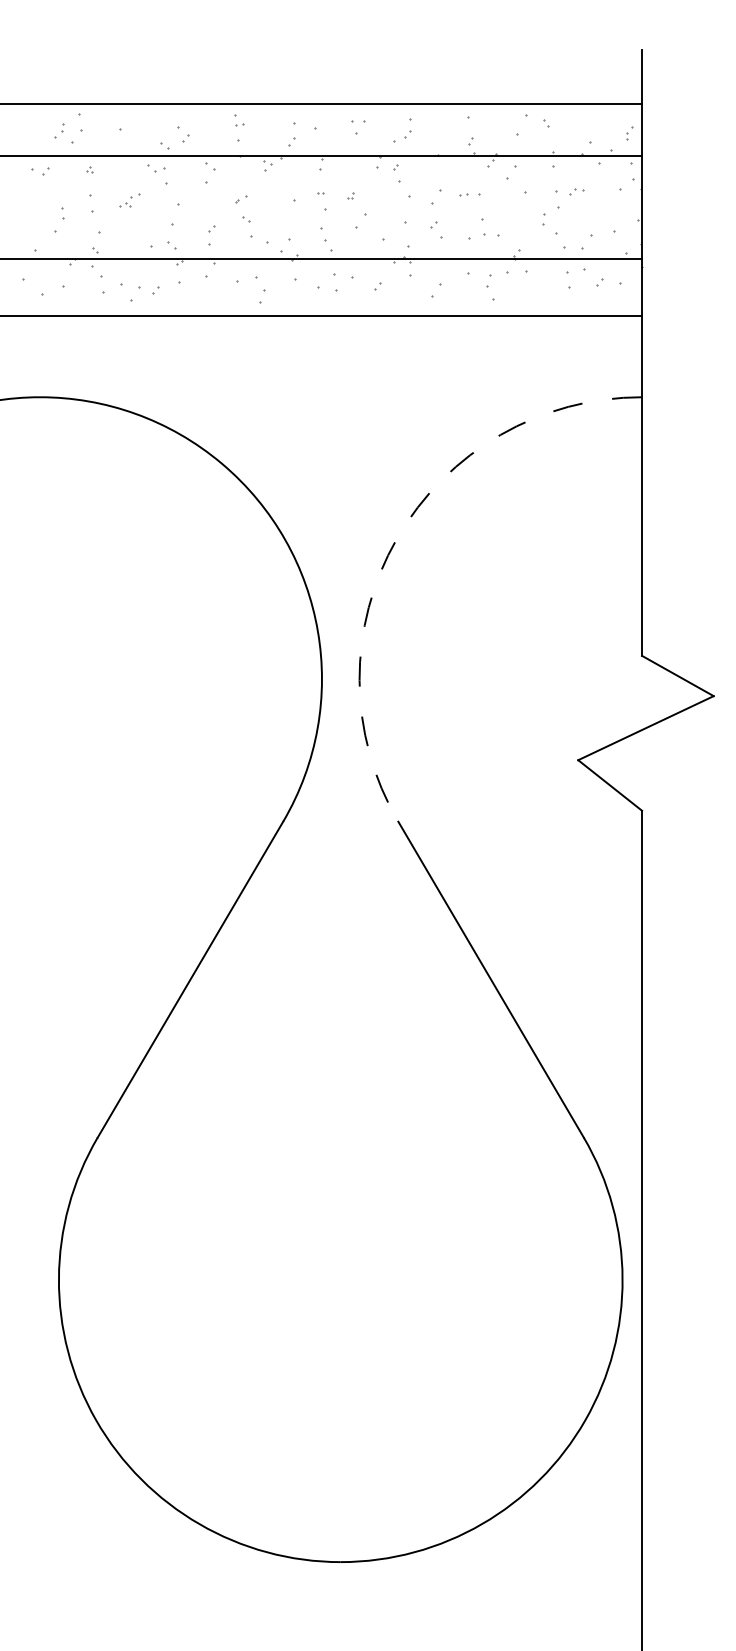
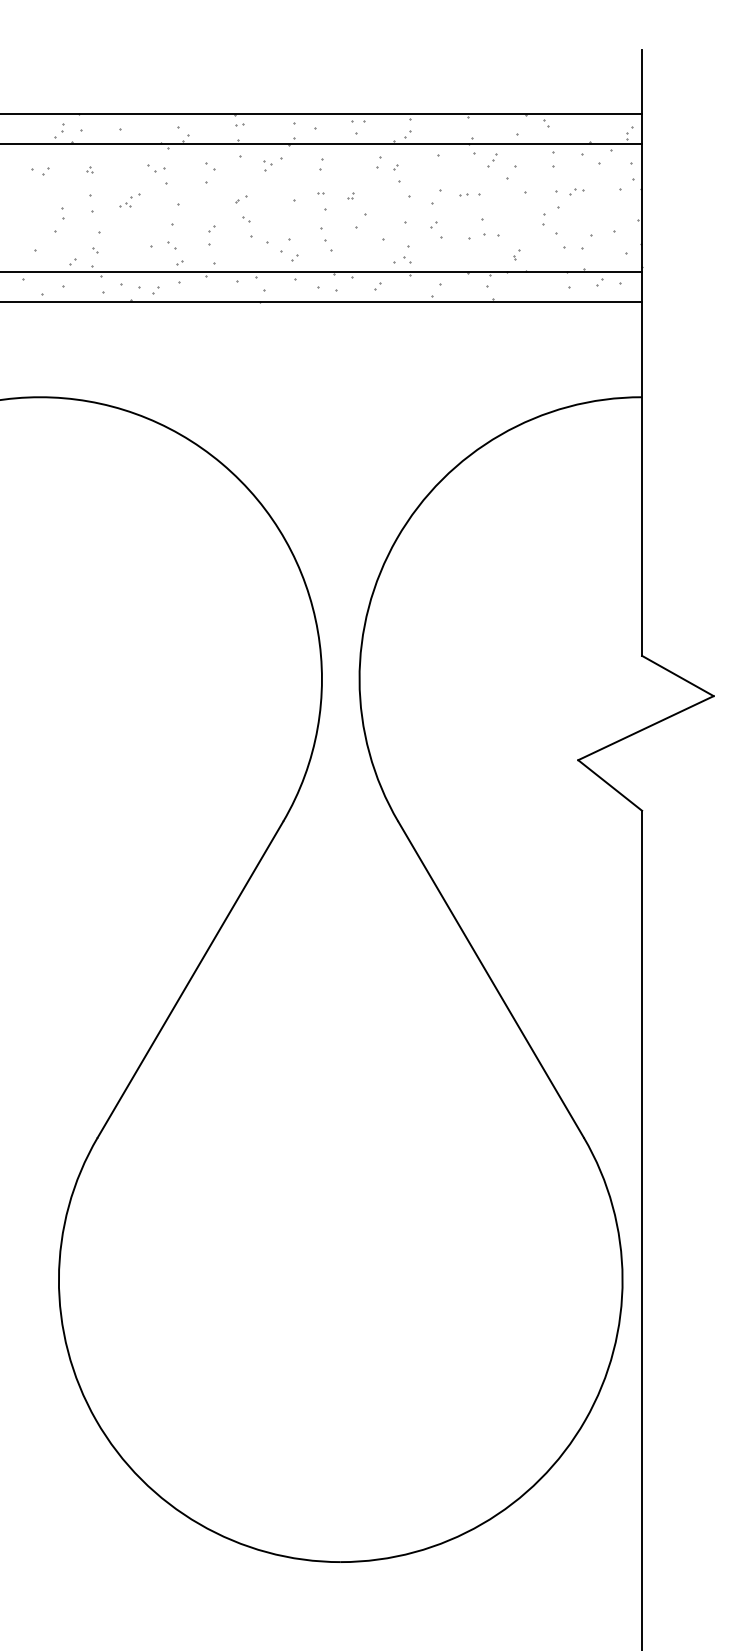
line at (322, 104) position: (322, 104) -> (322, 114)
line at (322, 156) position: (322, 156) -> (322, 144)
line at (322, 258) position: (322, 258) -> (322, 271)
line at (322, 315) position: (322, 315) -> (322, 301)
arc at (396, 538): dashed -> solid
